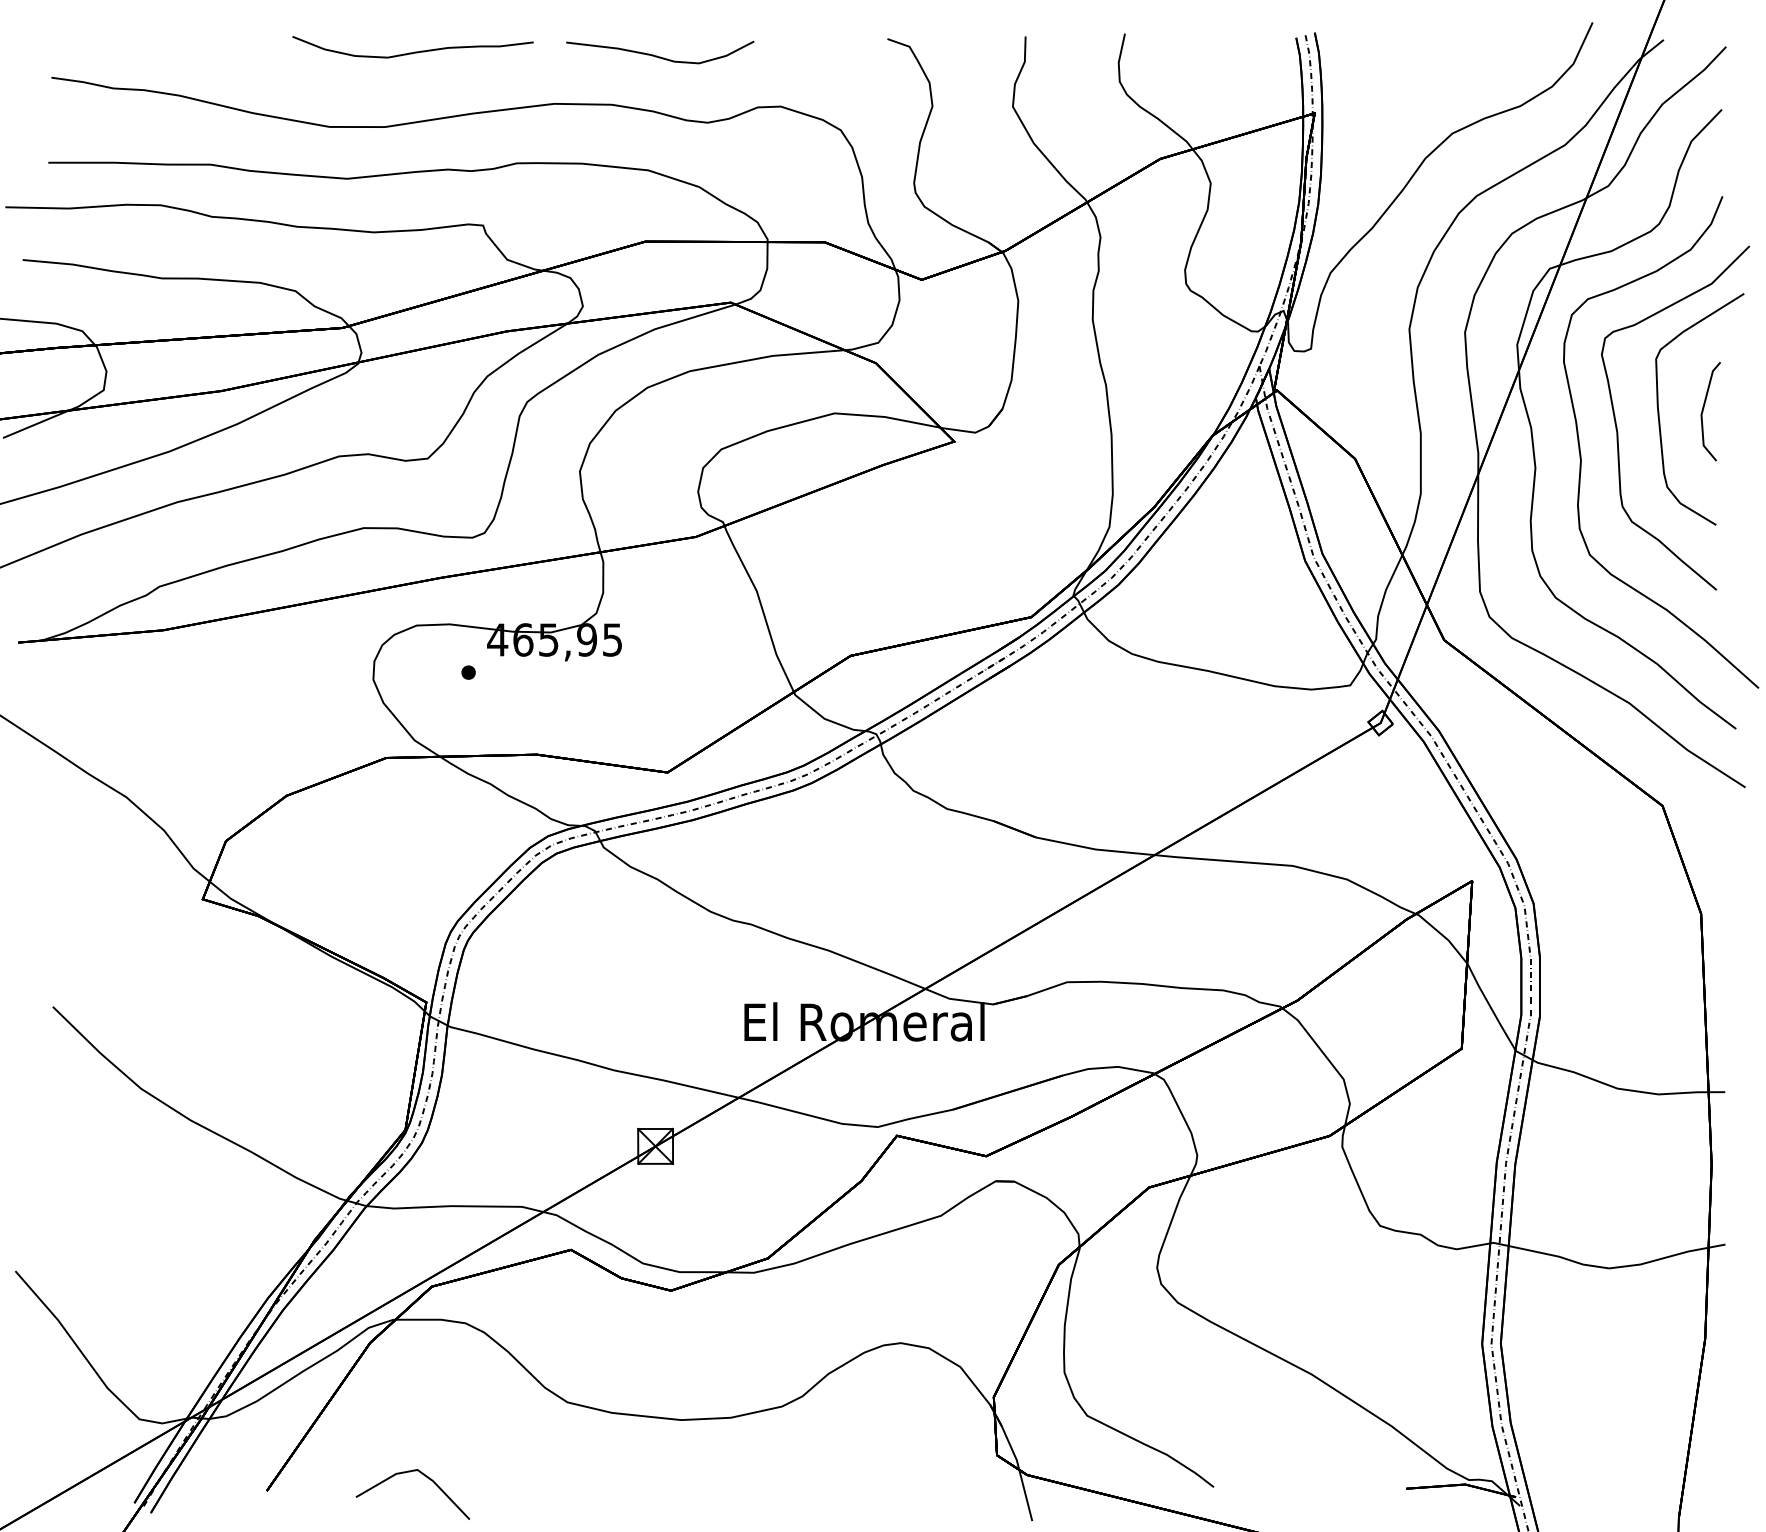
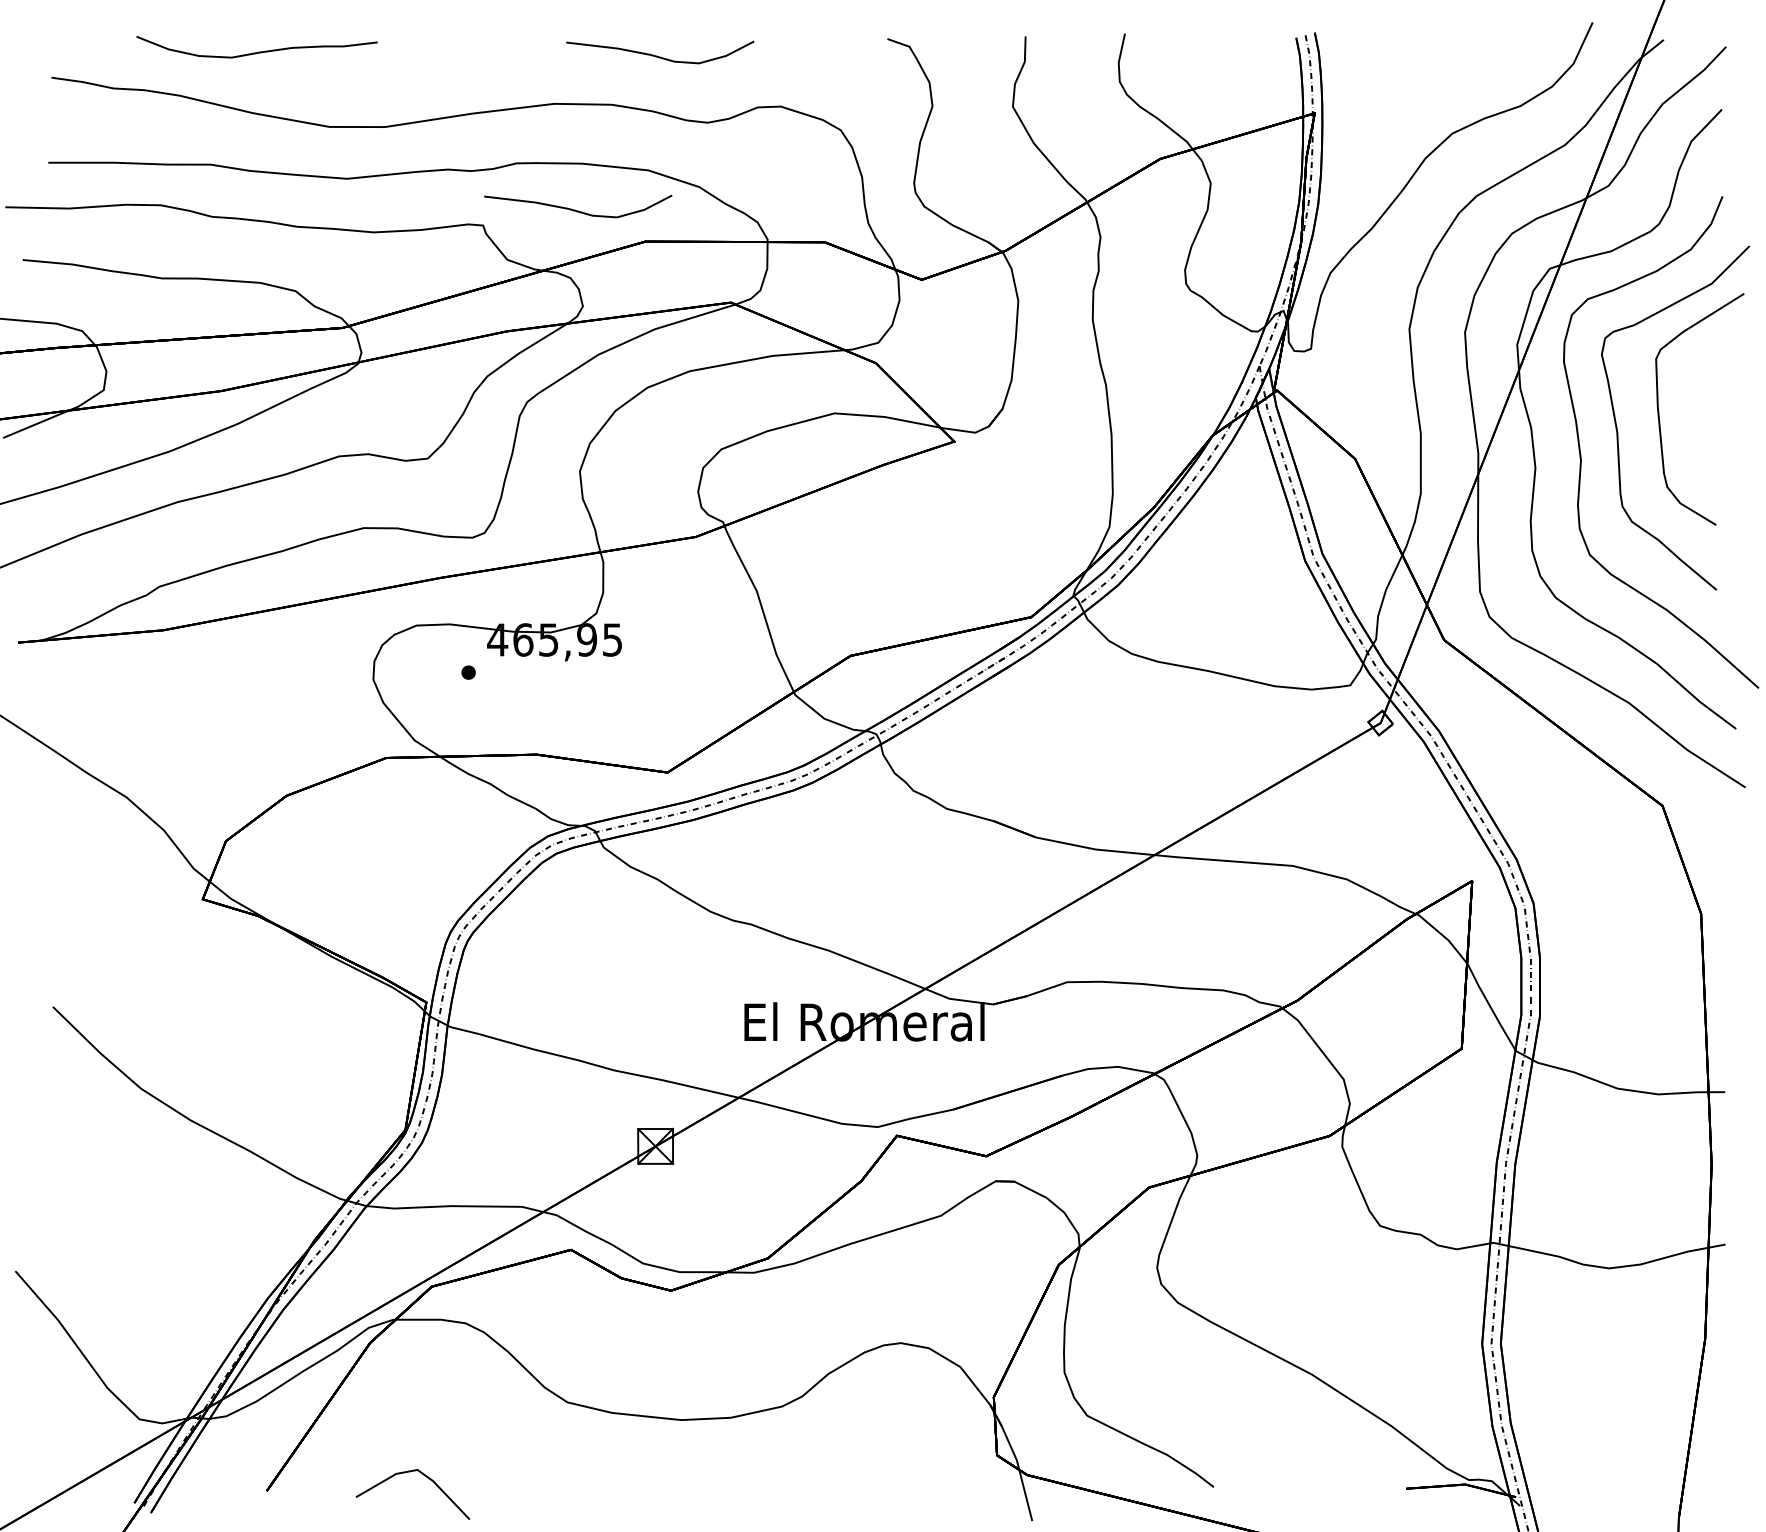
curve at (414, 51) position: (414, 51) -> (258, 51)
curve at (578, 210): none -> present
line at (1704, 408): present -> none
